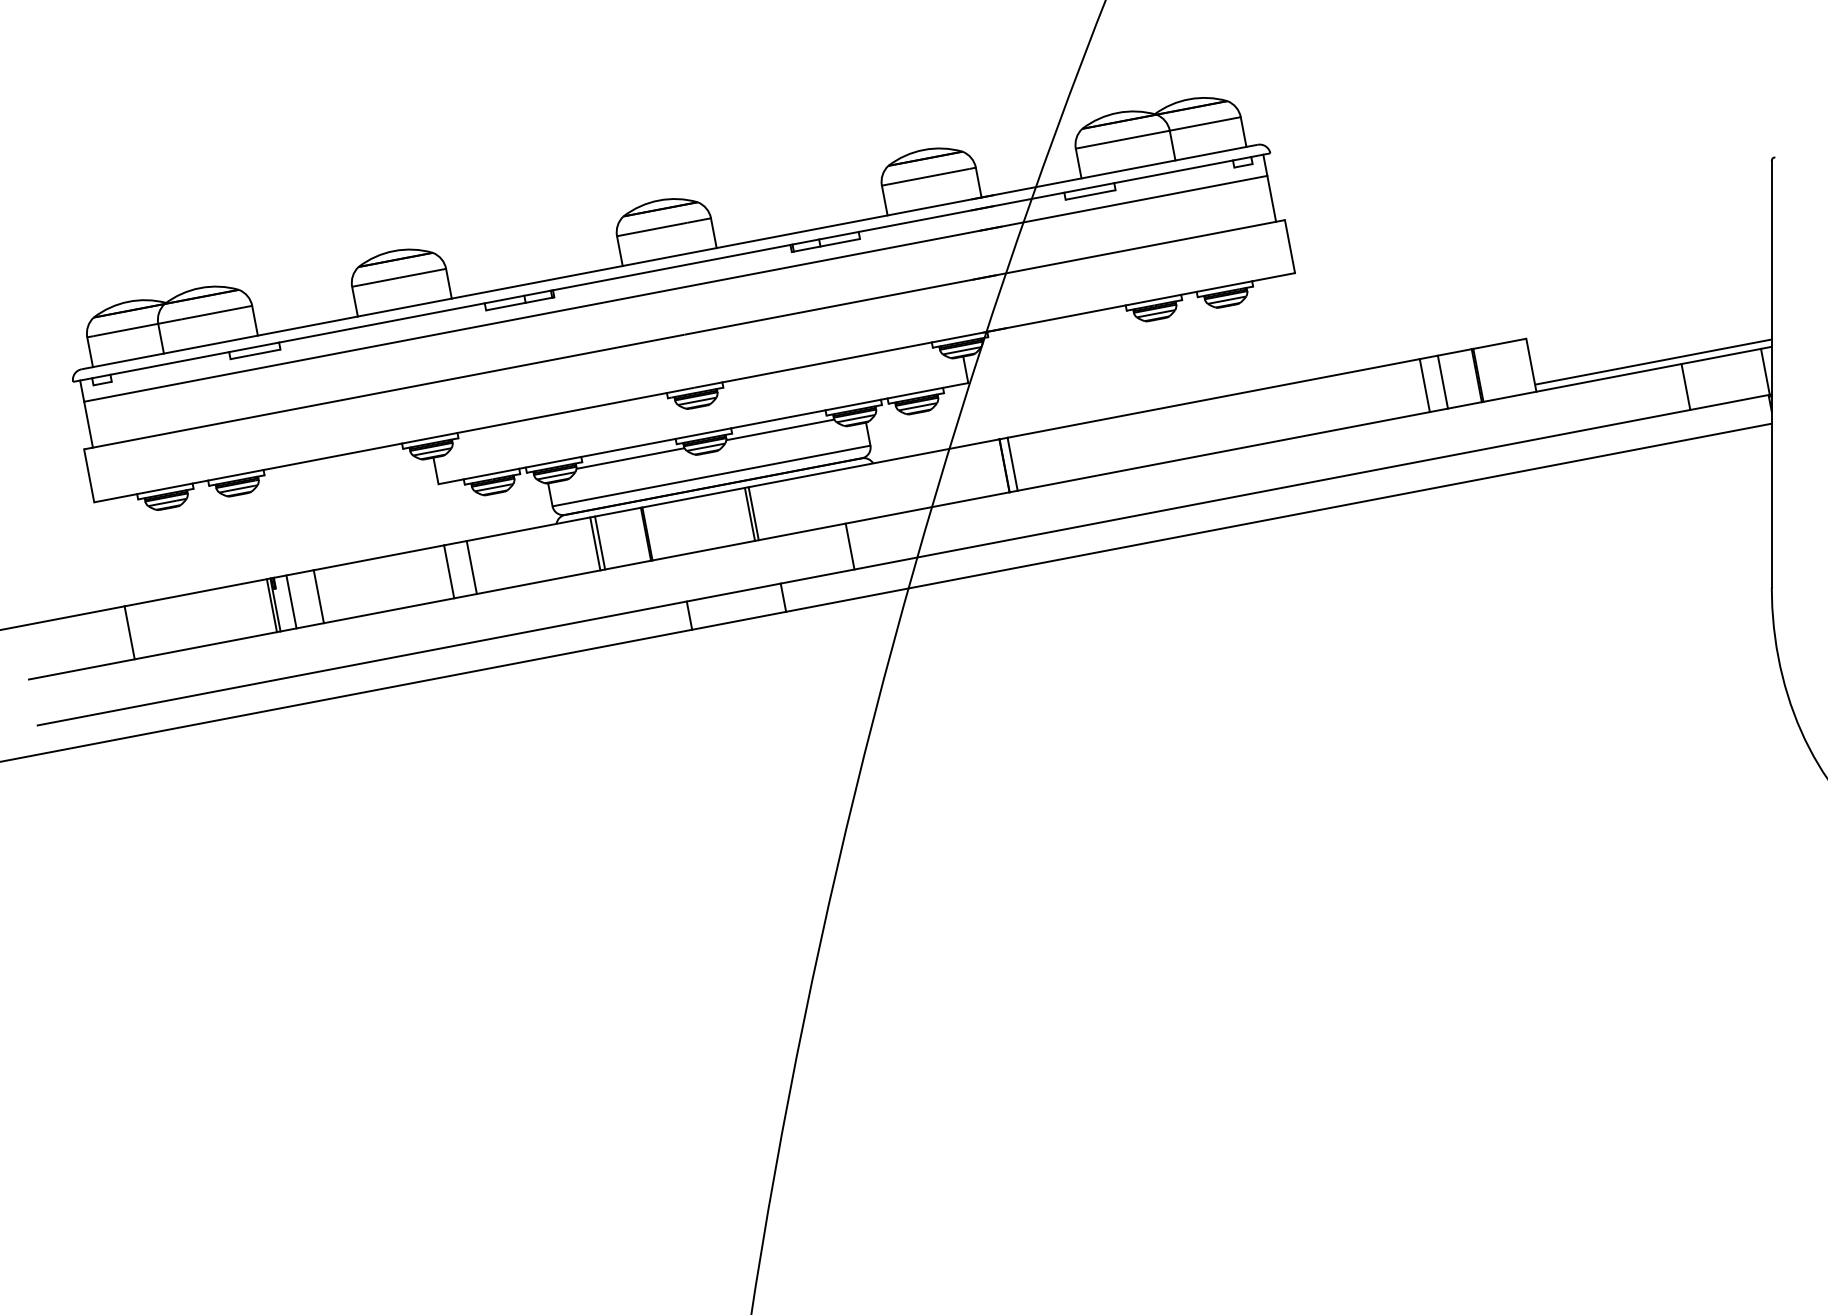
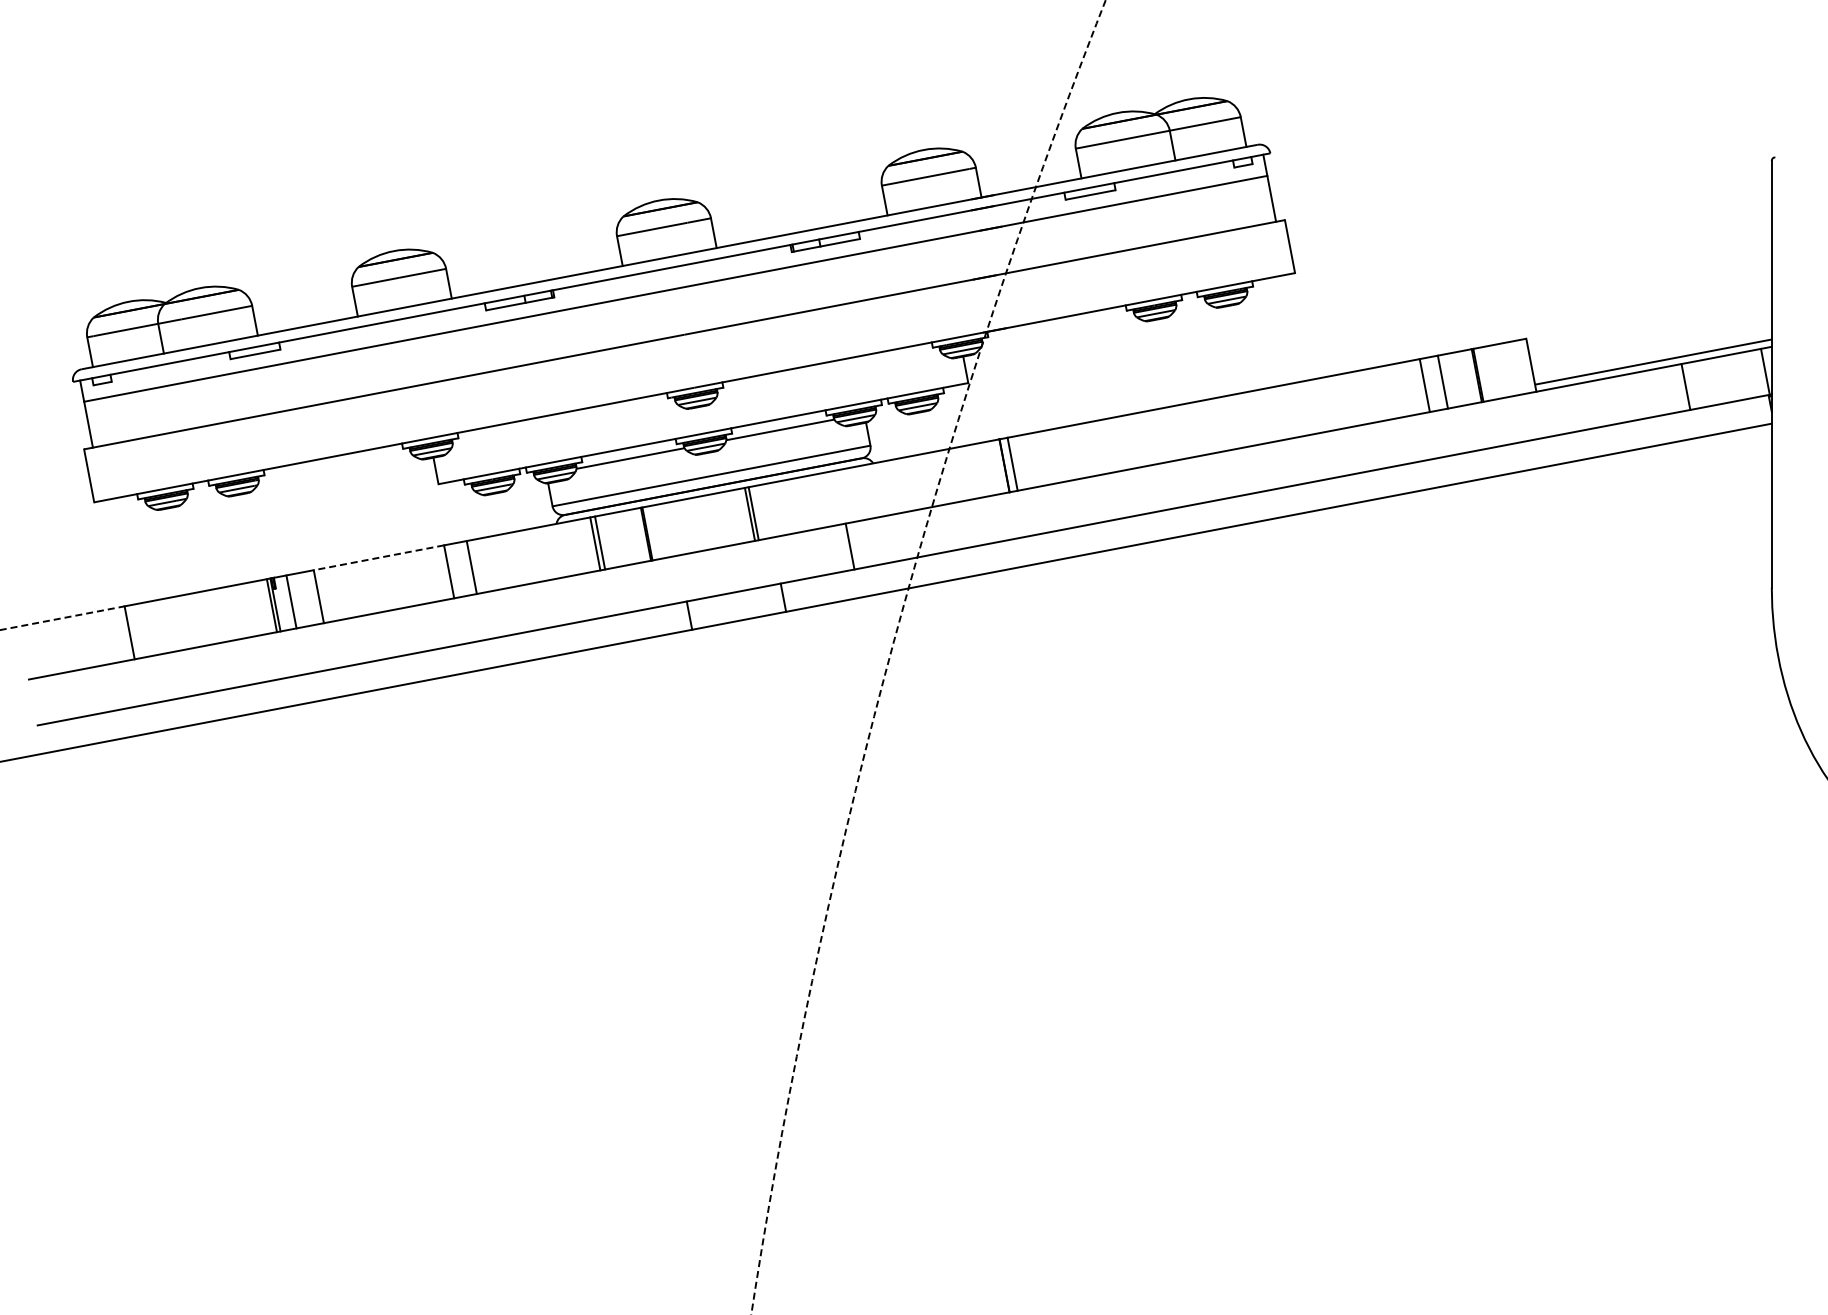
line at (378, 557): solid -> dashed
line at (63, 618): solid -> dashed
circle at (928, 657): solid -> dashed
